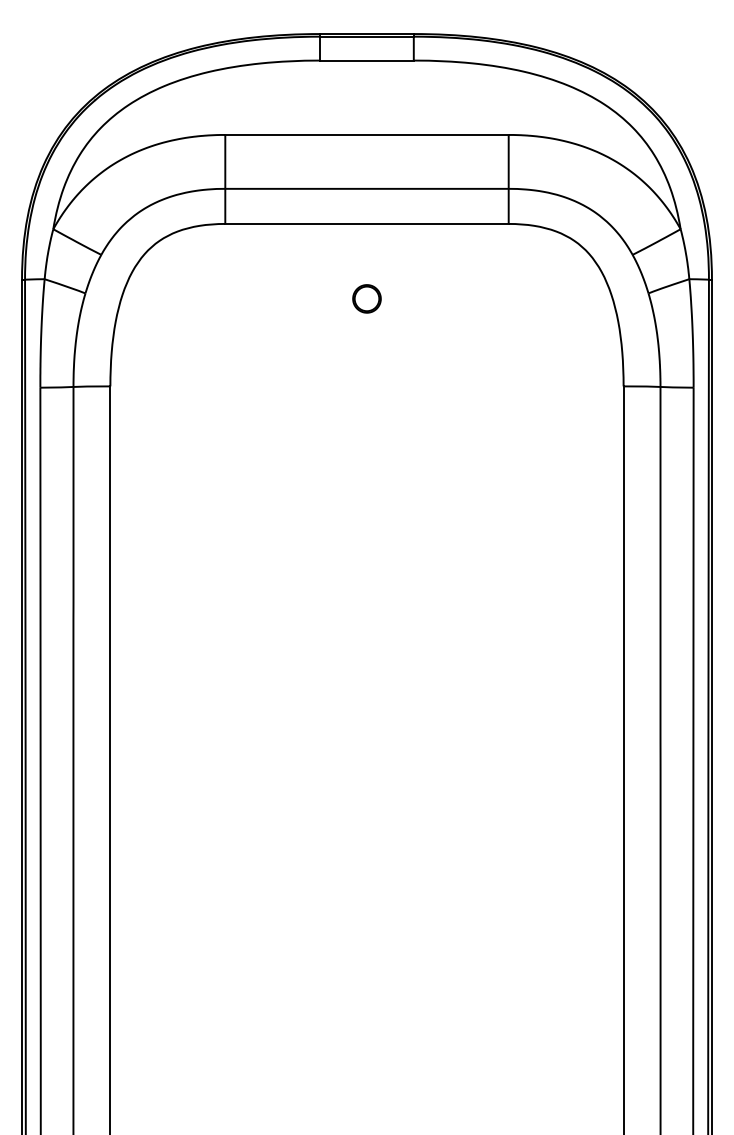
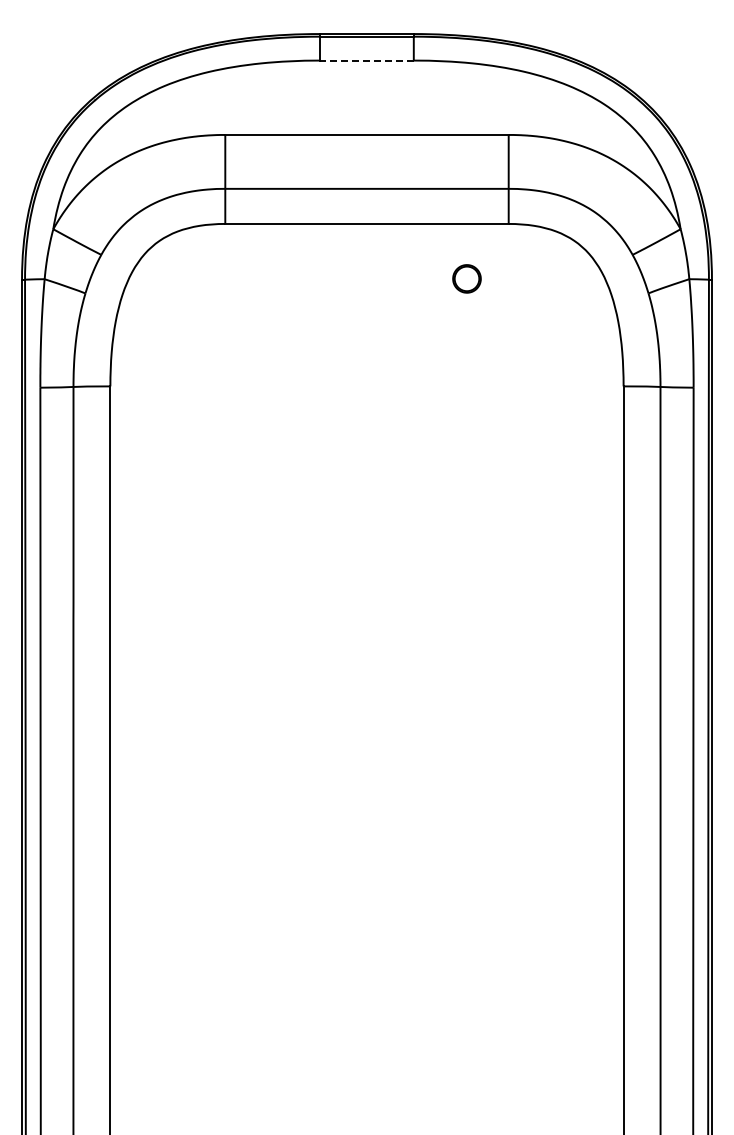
line at (367, 60): solid -> dashed
part at (366, 298) position: (366, 298) -> (466, 278)
